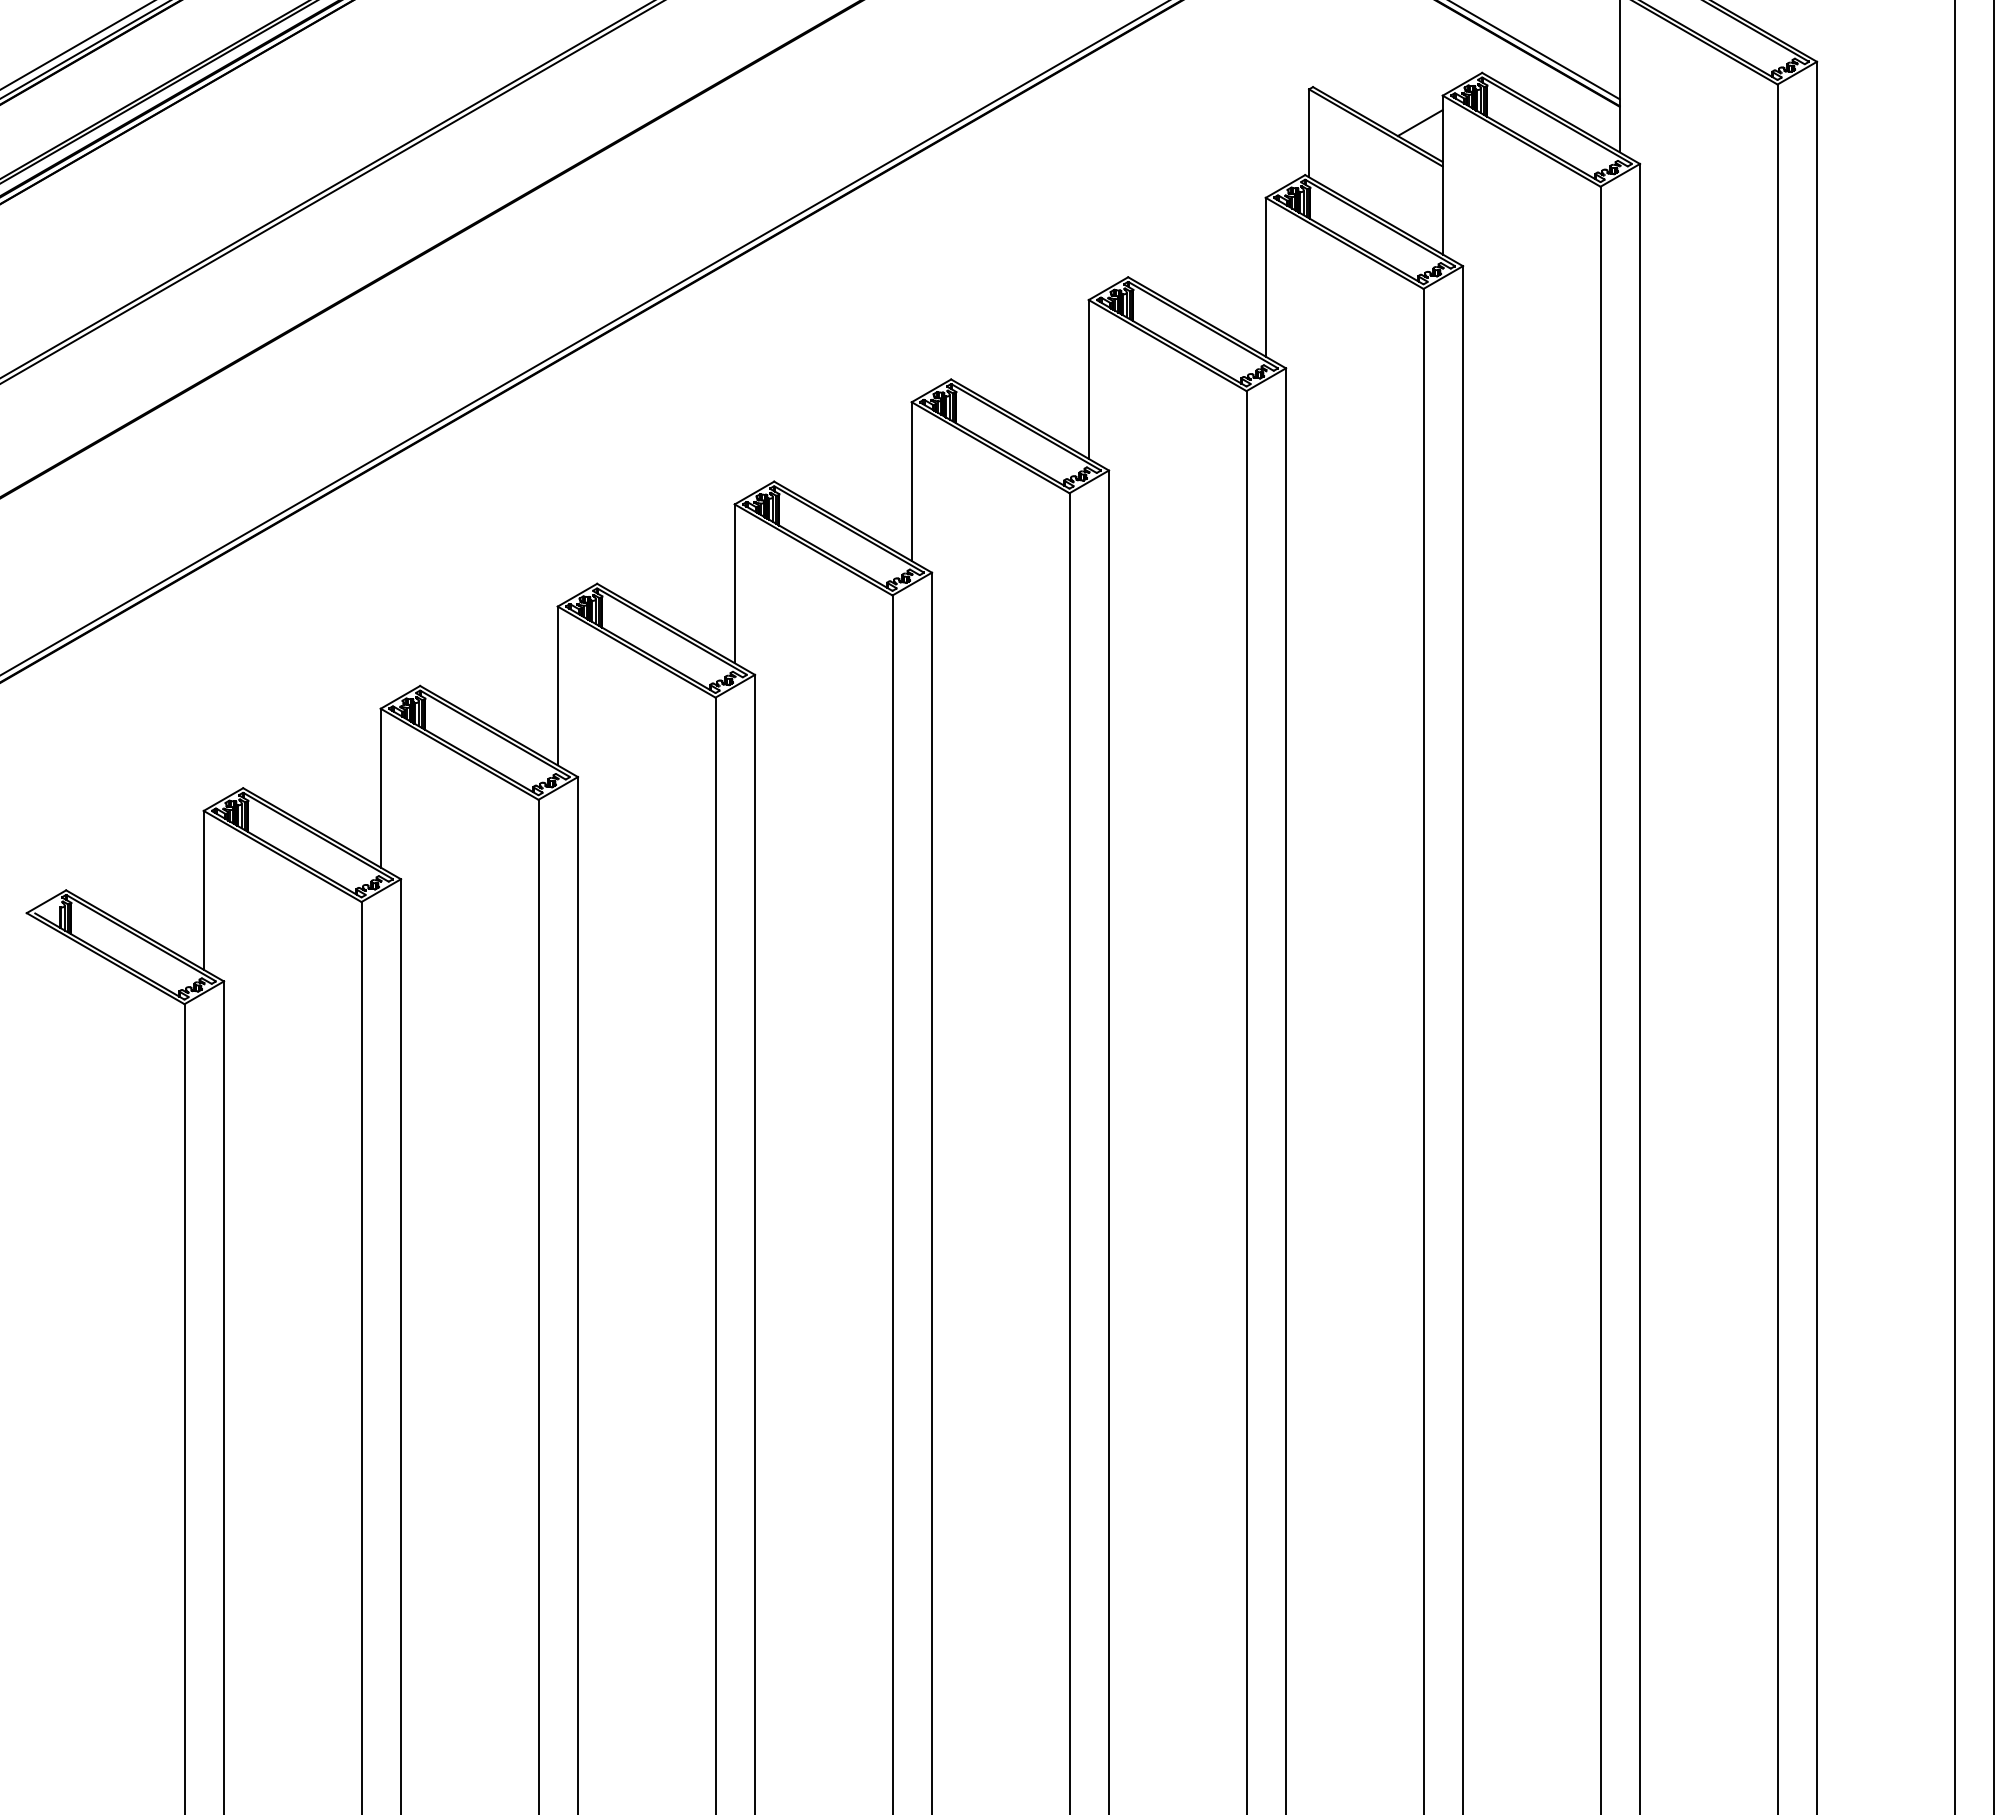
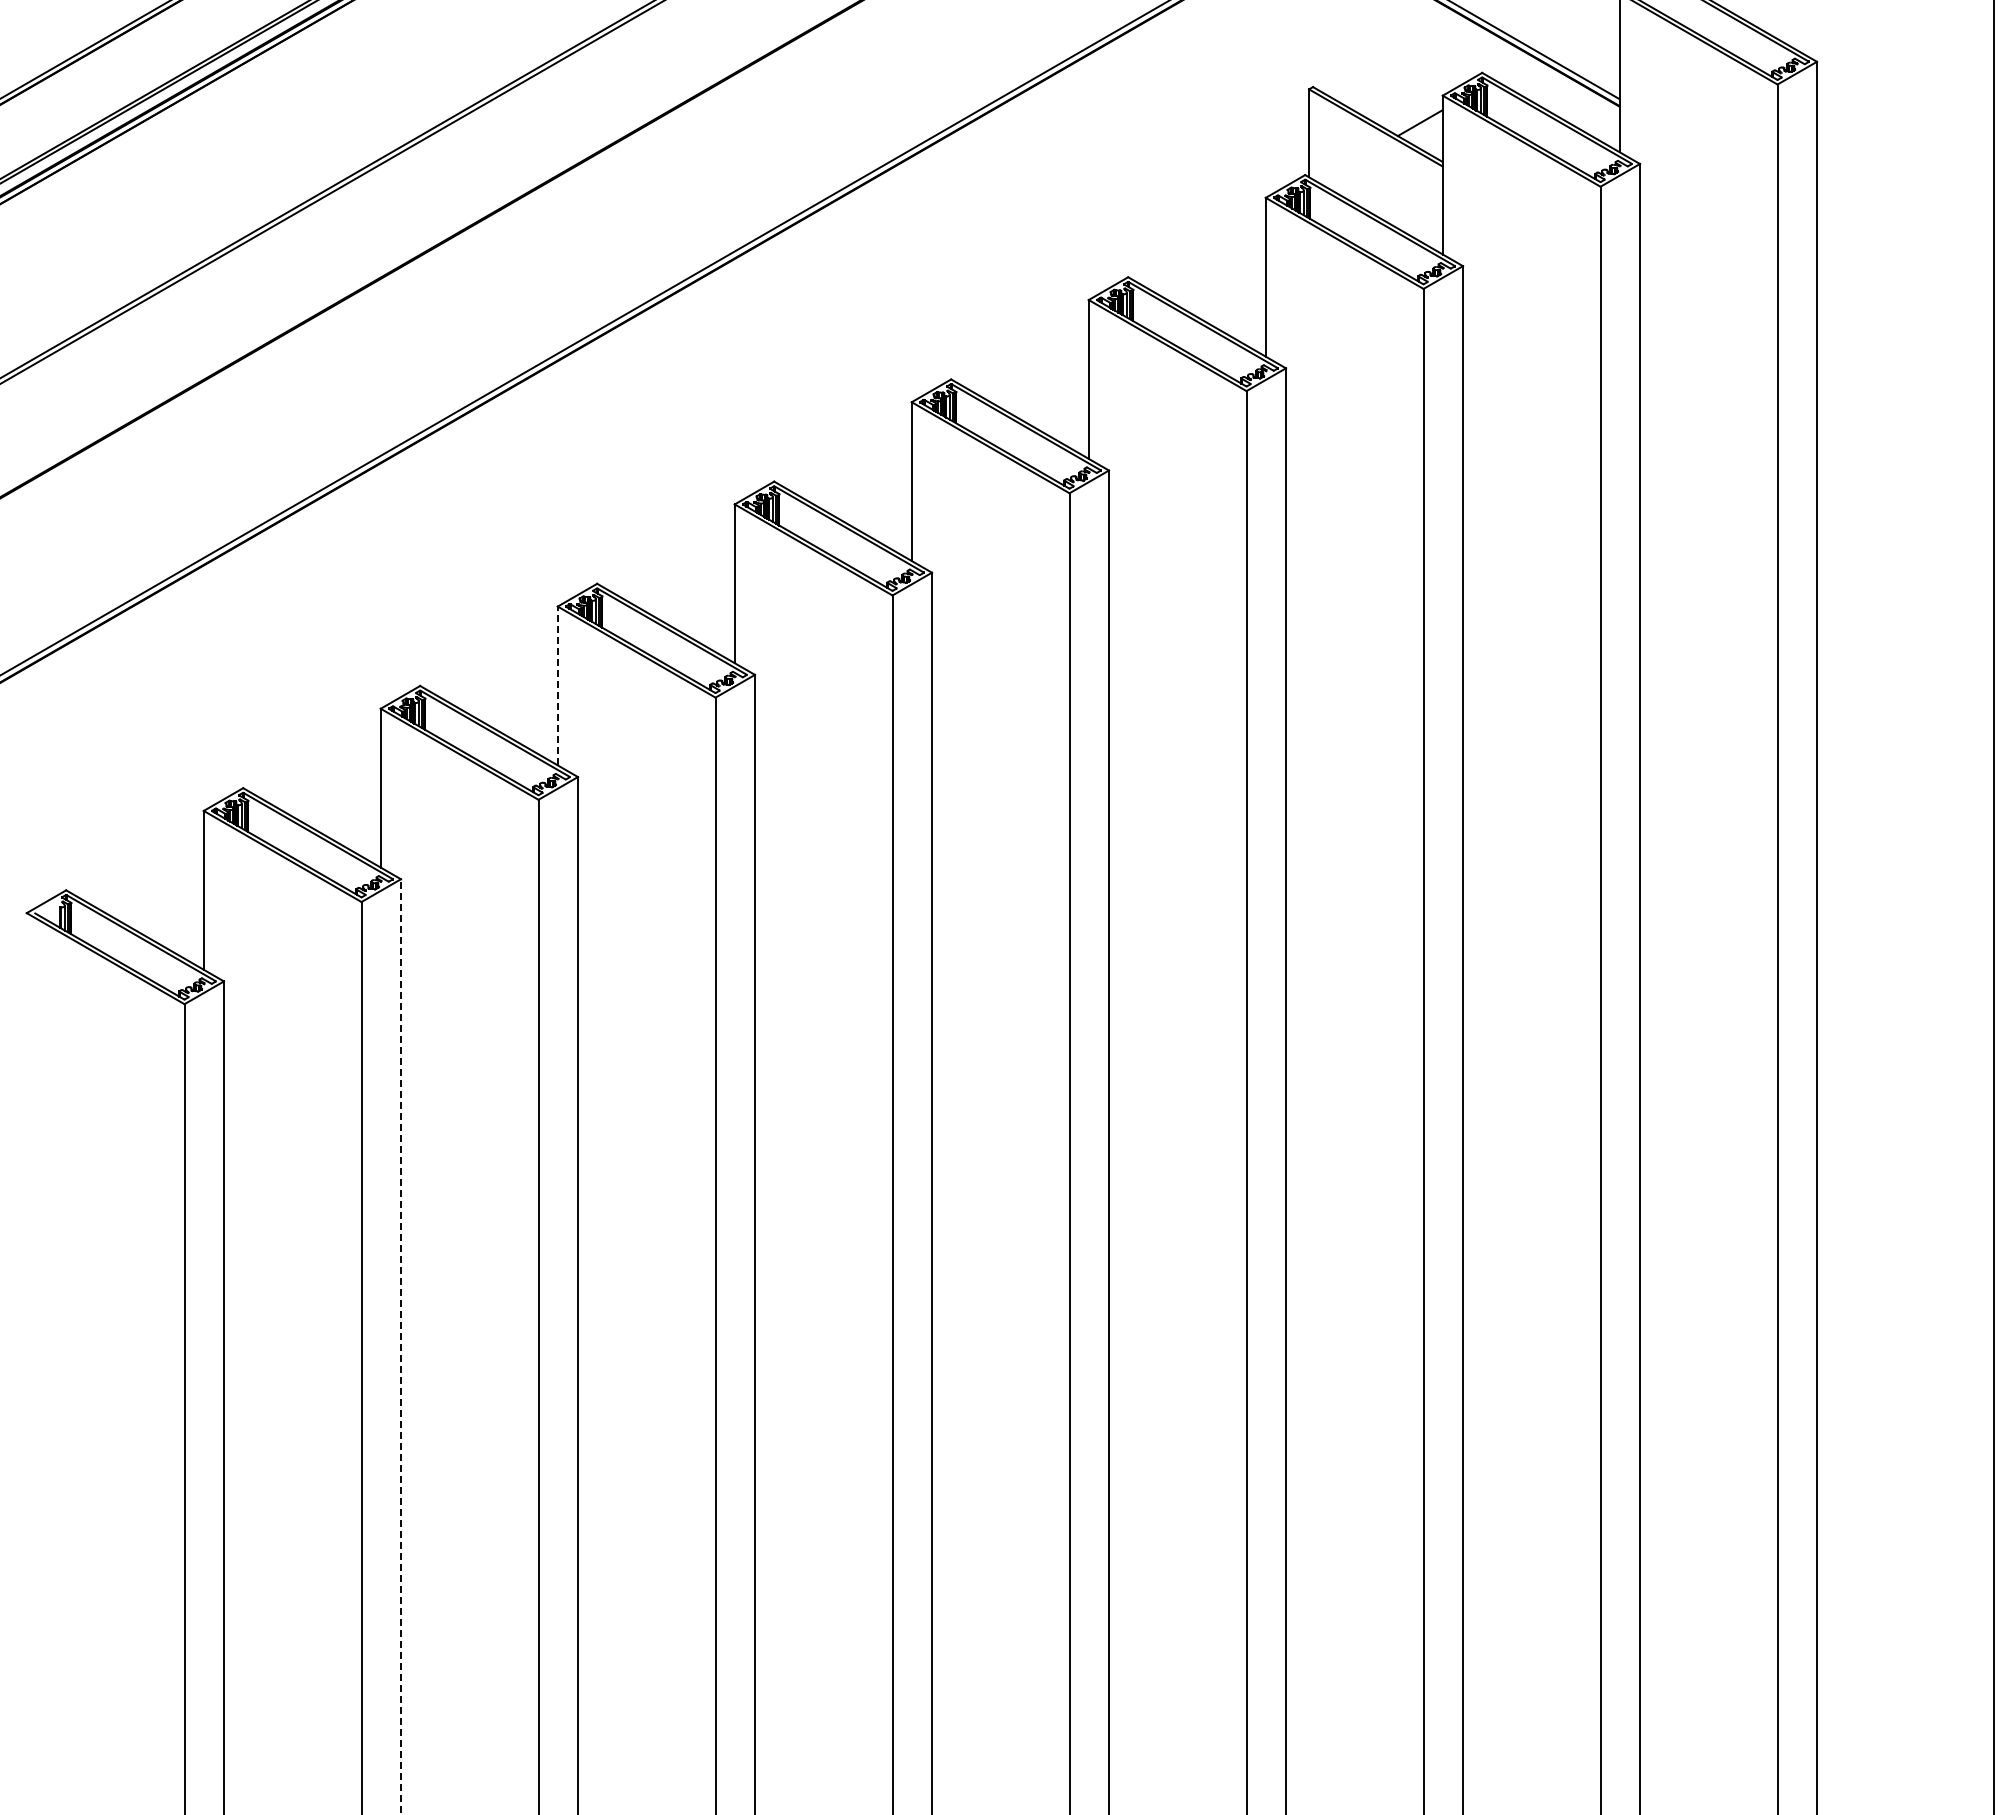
line at (76, 45): present -> none
line at (557, 685): solid -> dashed
line at (1954, 906): present -> none
line at (401, 1346): solid -> dashed
